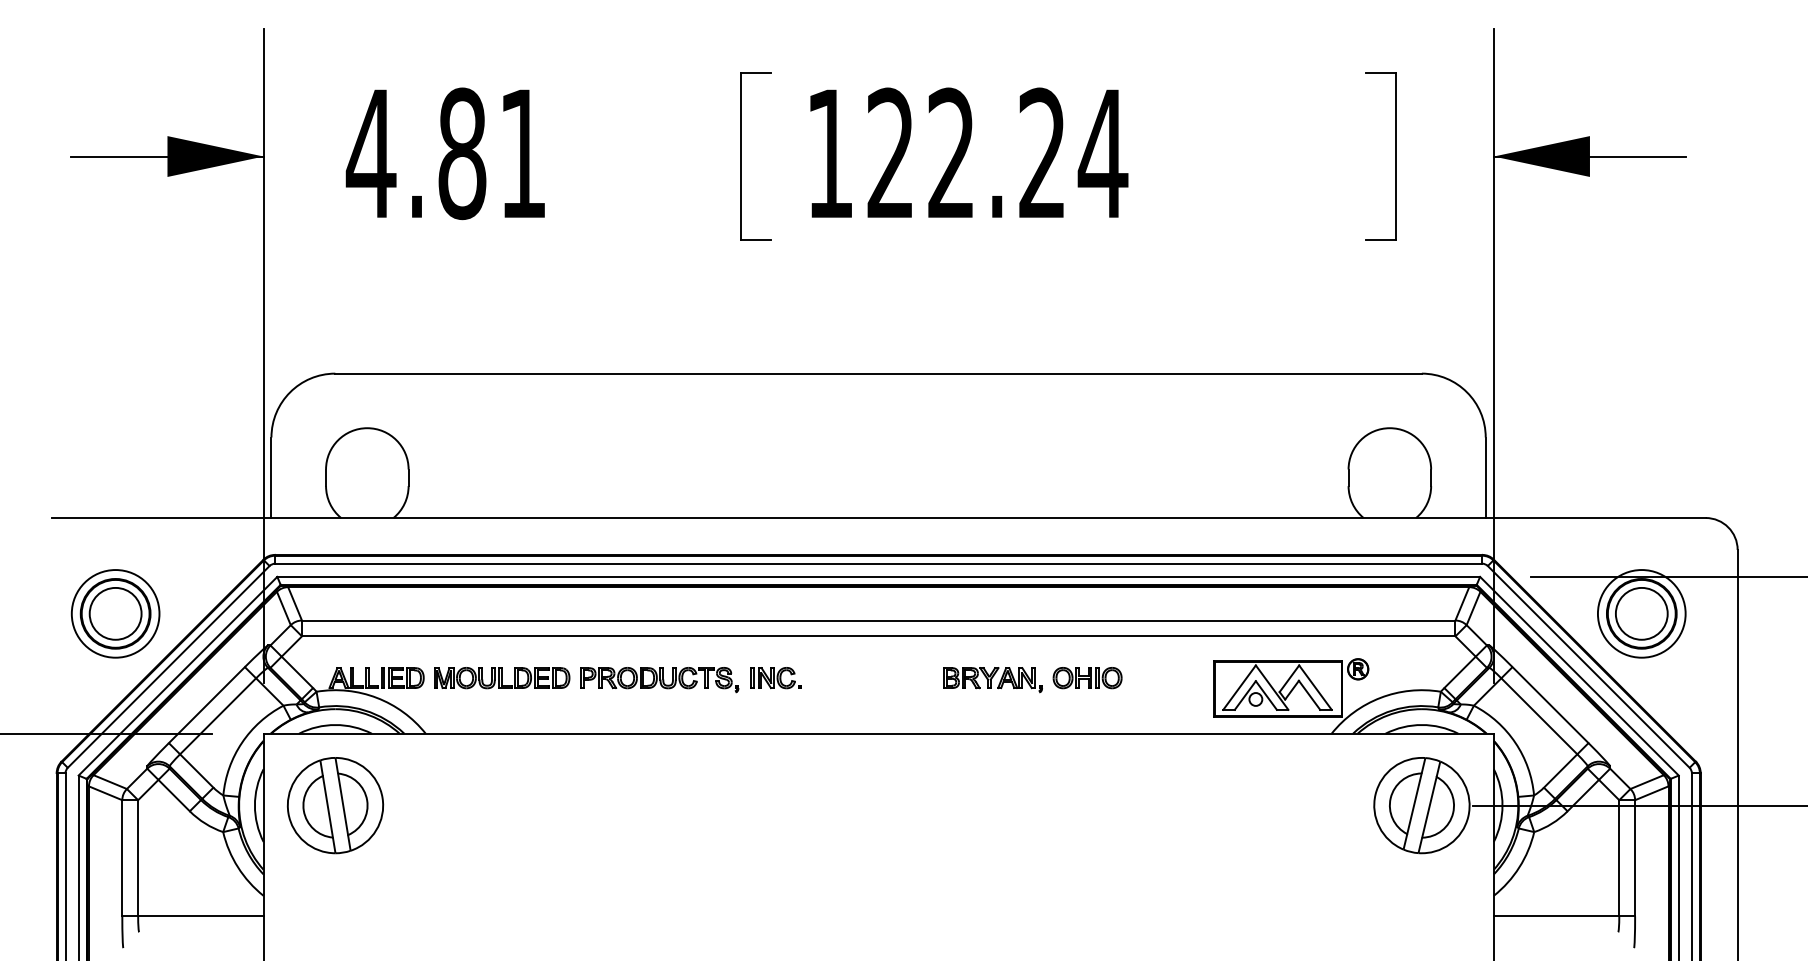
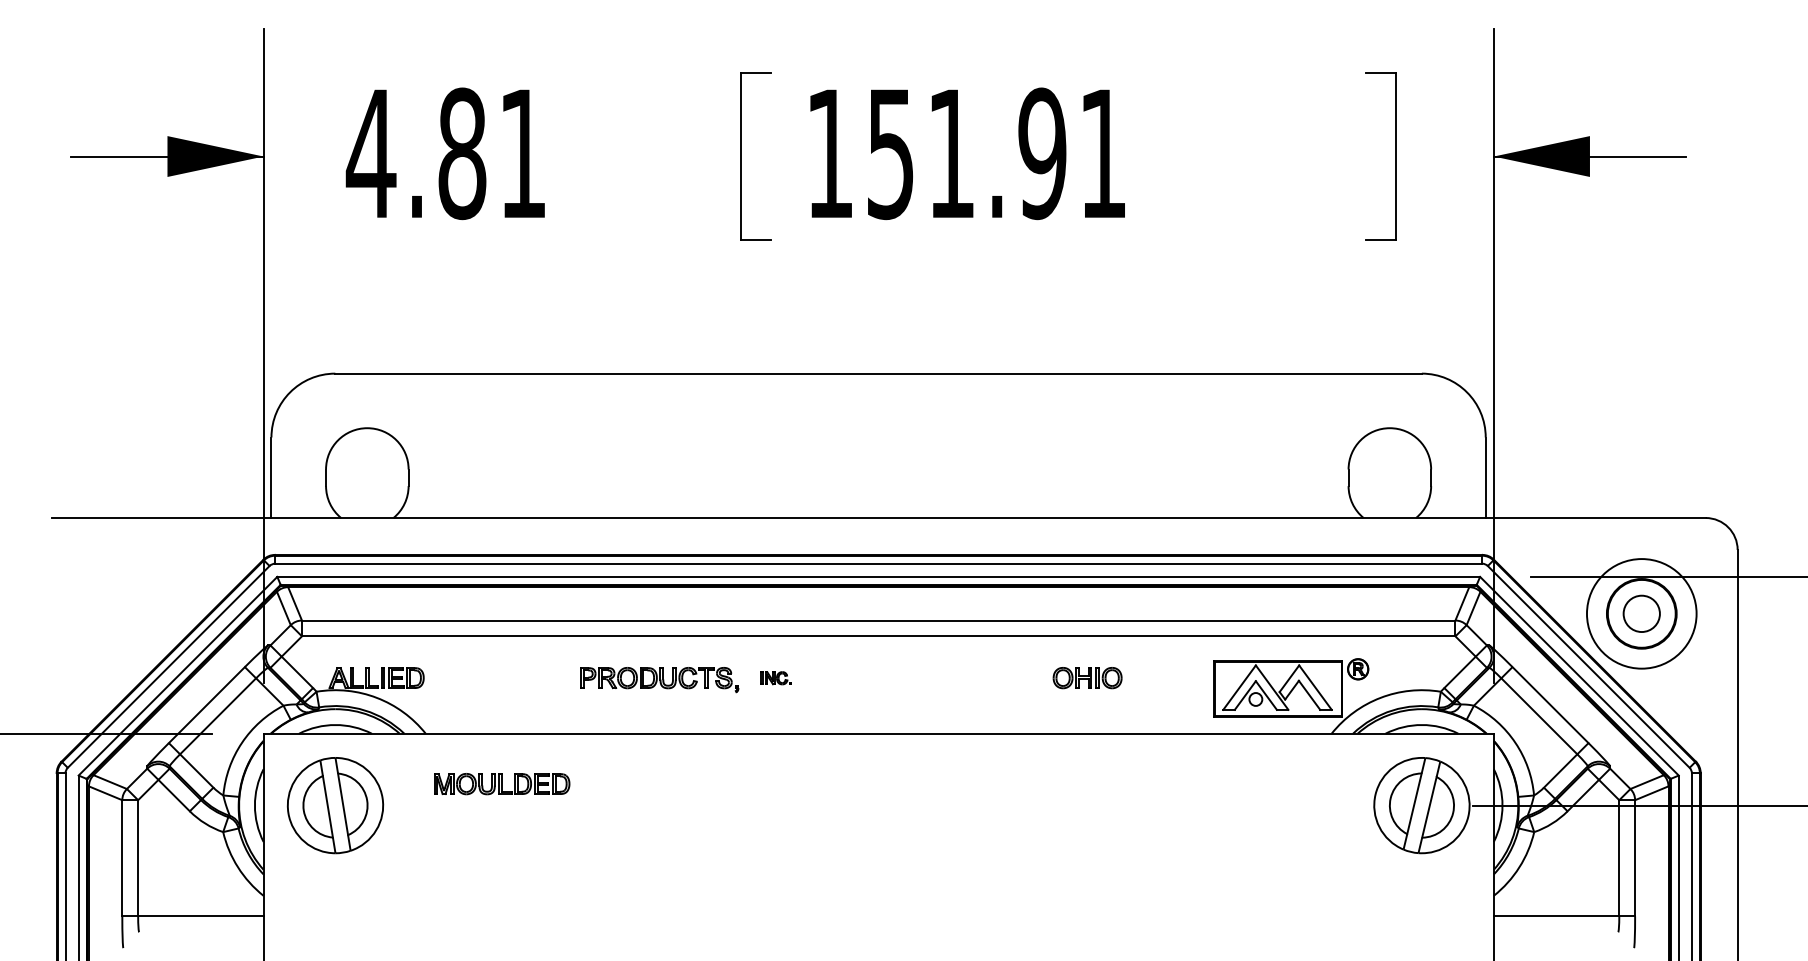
text at (997, 153): 122.24 -> 151.91
part at (115, 613): present -> none
circle at (1641, 613) diameter: 52 px -> 36 px
circle at (1641, 613) diameter: 88 px -> 110 px
part at (502, 678) position: (502, 678) -> (502, 784)
part at (775, 678) size: 52x23 px -> 32x15 px
part at (992, 680): present -> none
